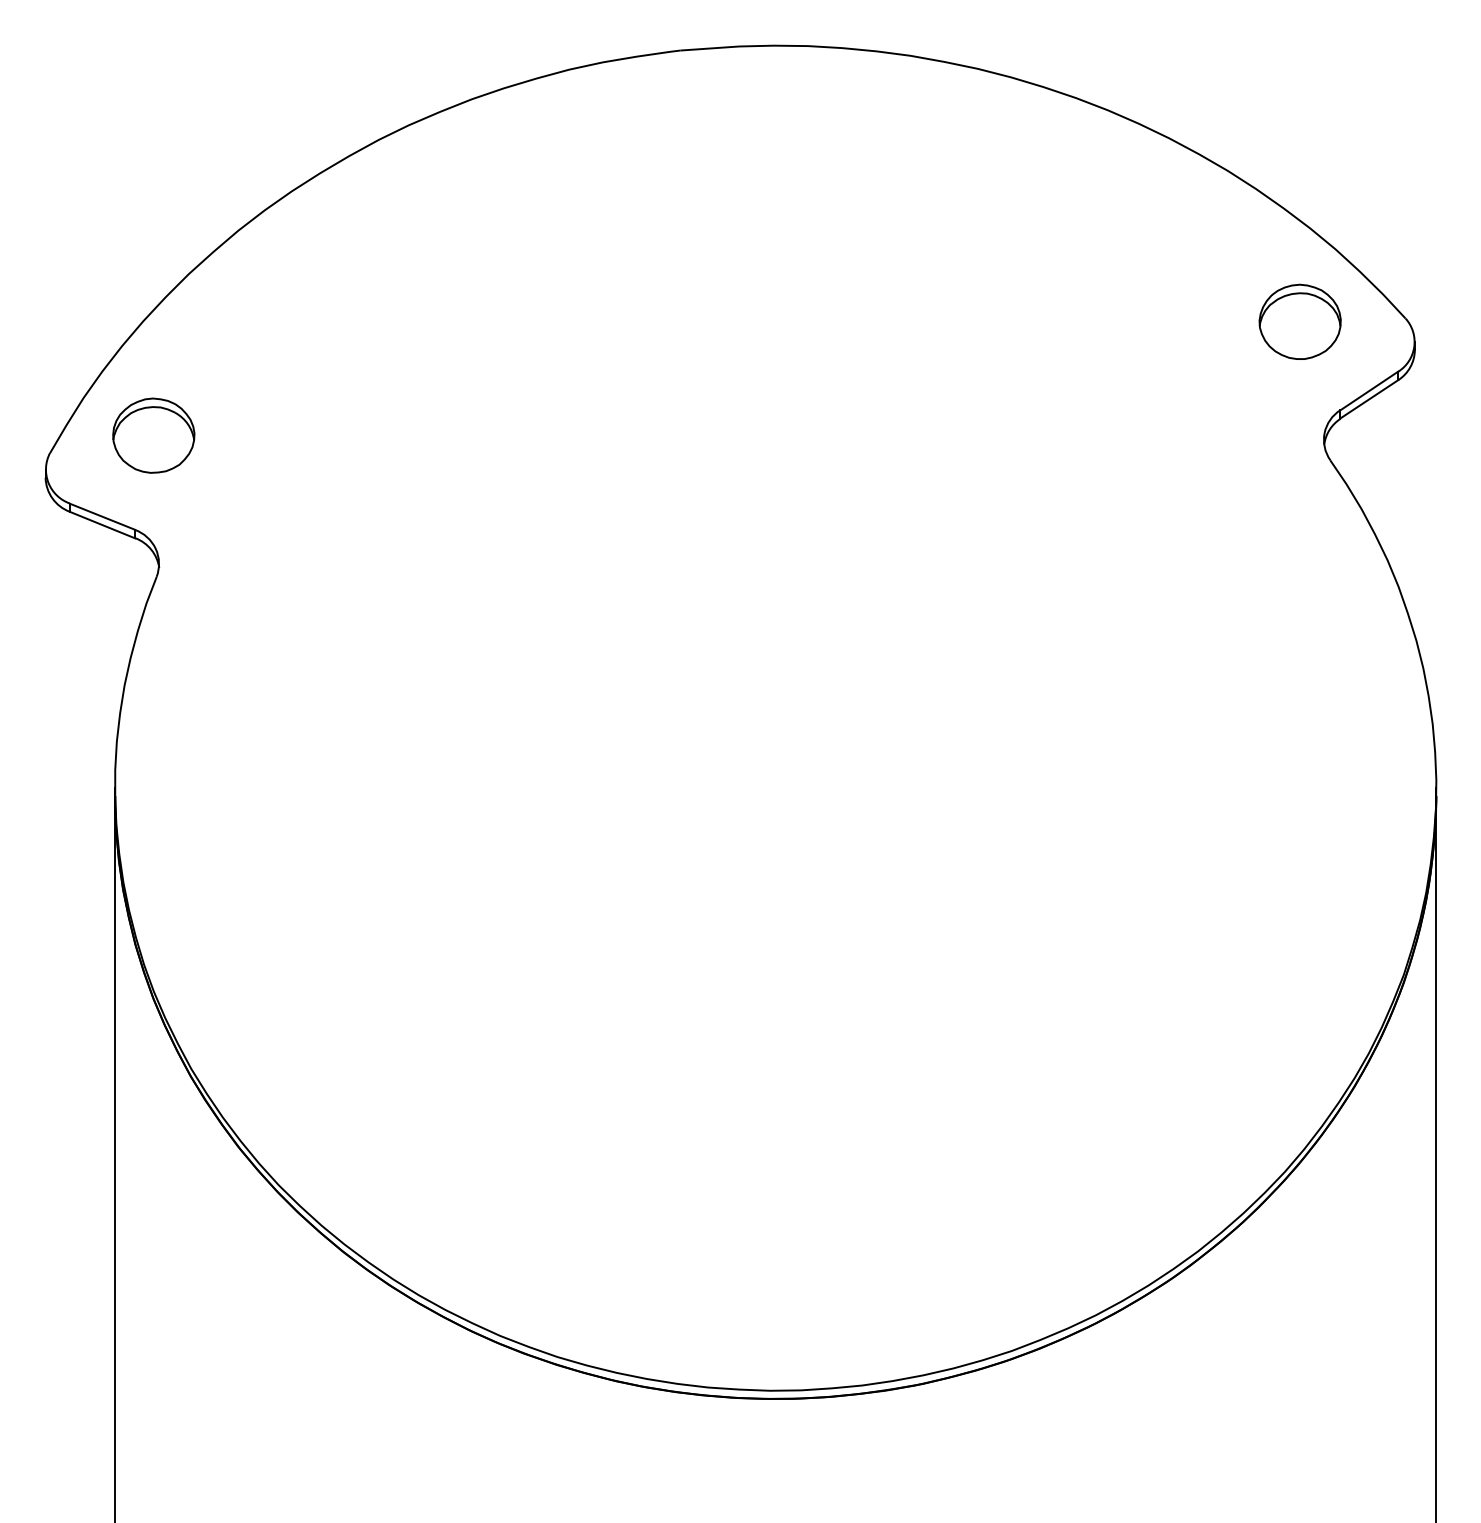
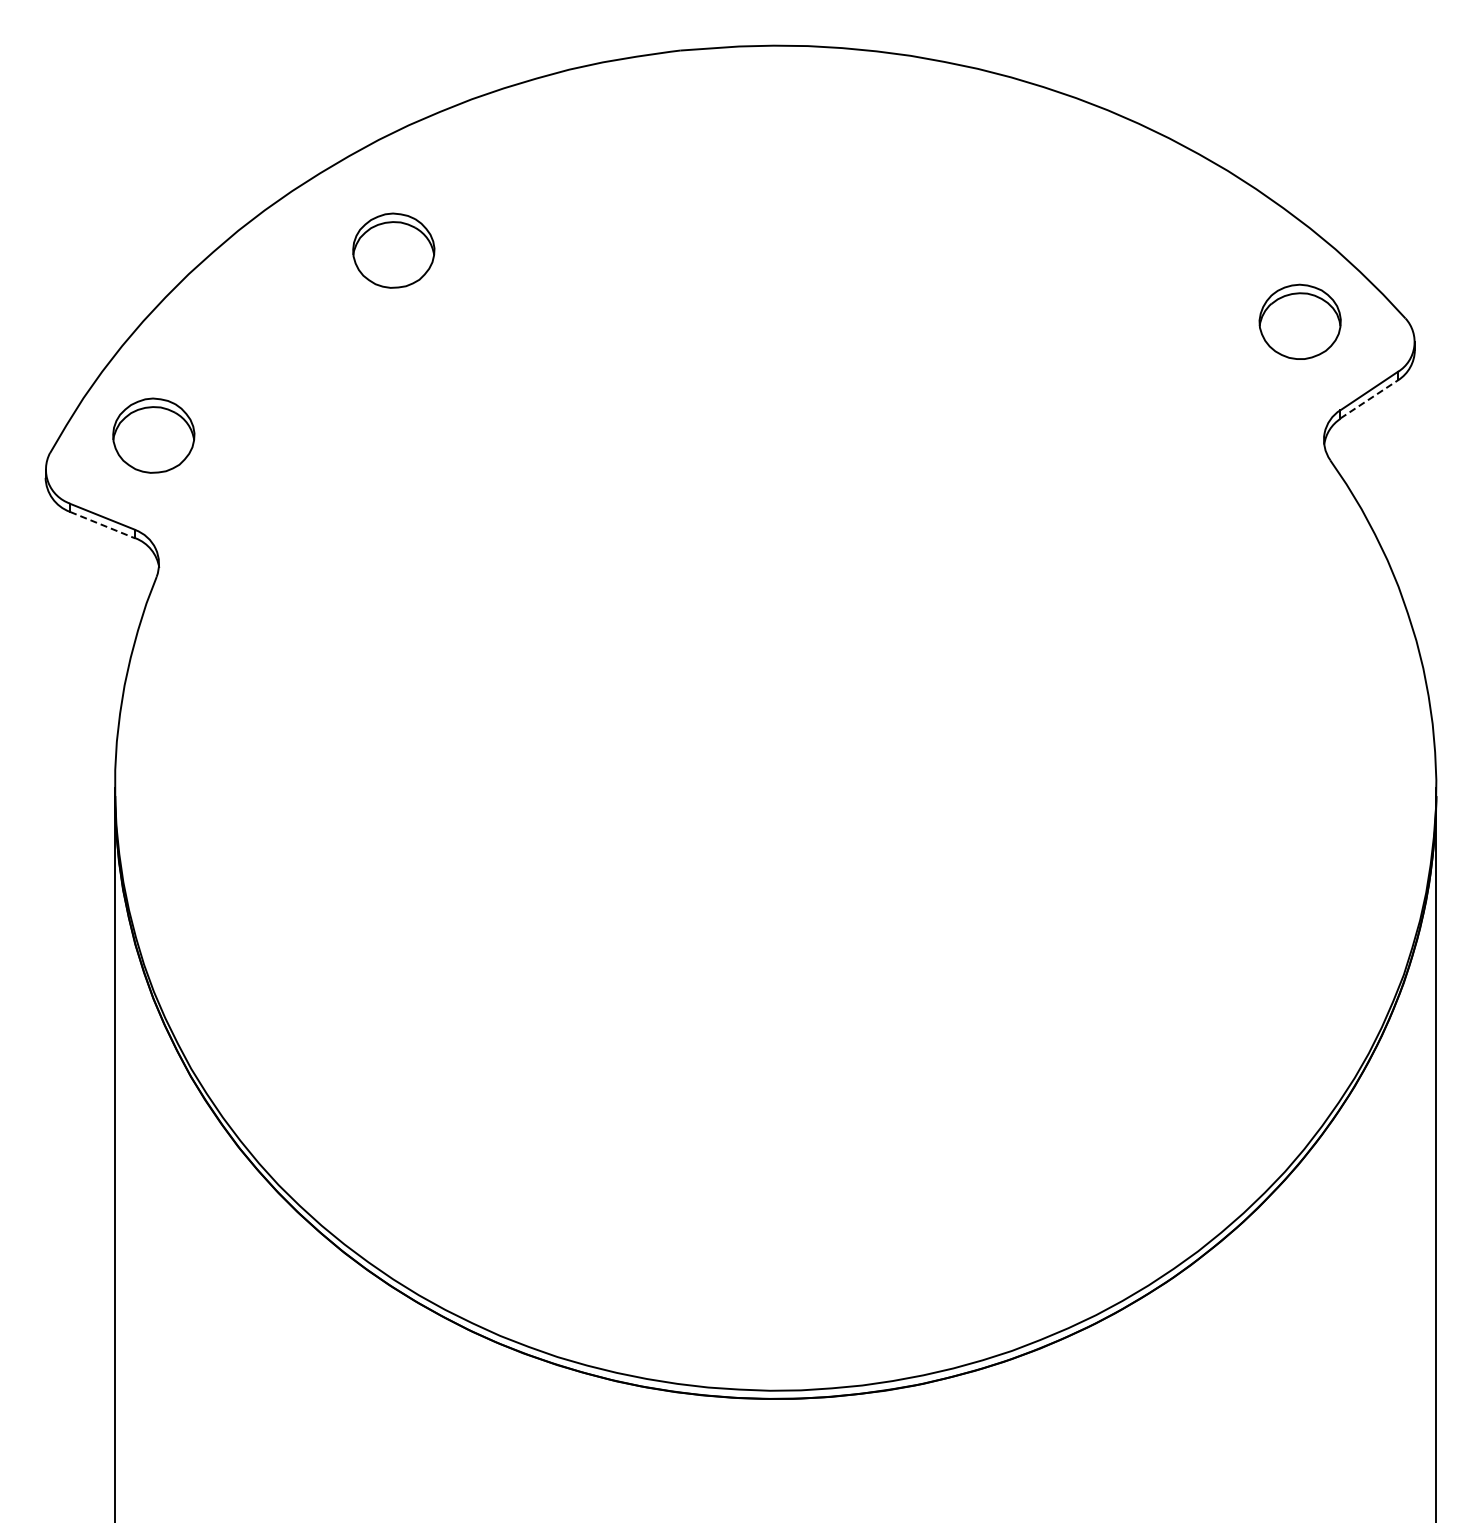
part at (393, 250): none -> present
line at (1369, 399): solid -> dashed
line at (103, 525): solid -> dashed
